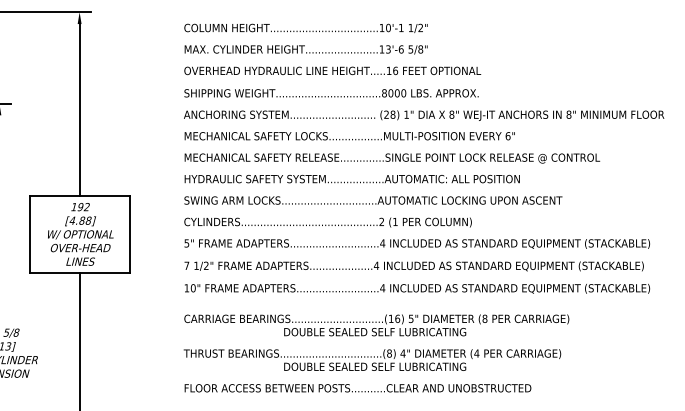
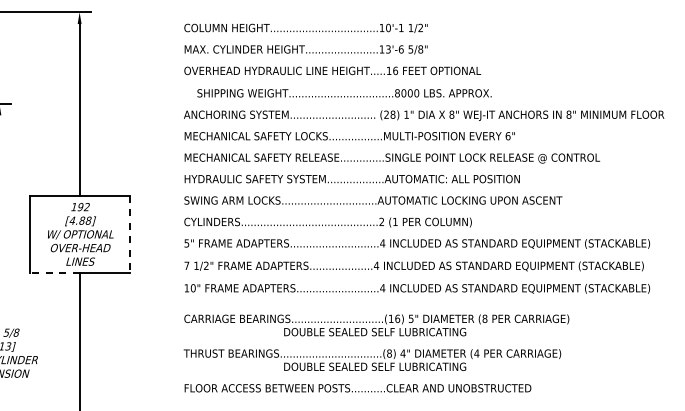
text at (331, 93) position: (331, 93) -> (344, 93)
line at (129, 234): solid -> dashed
line at (54, 273): solid -> dashed
